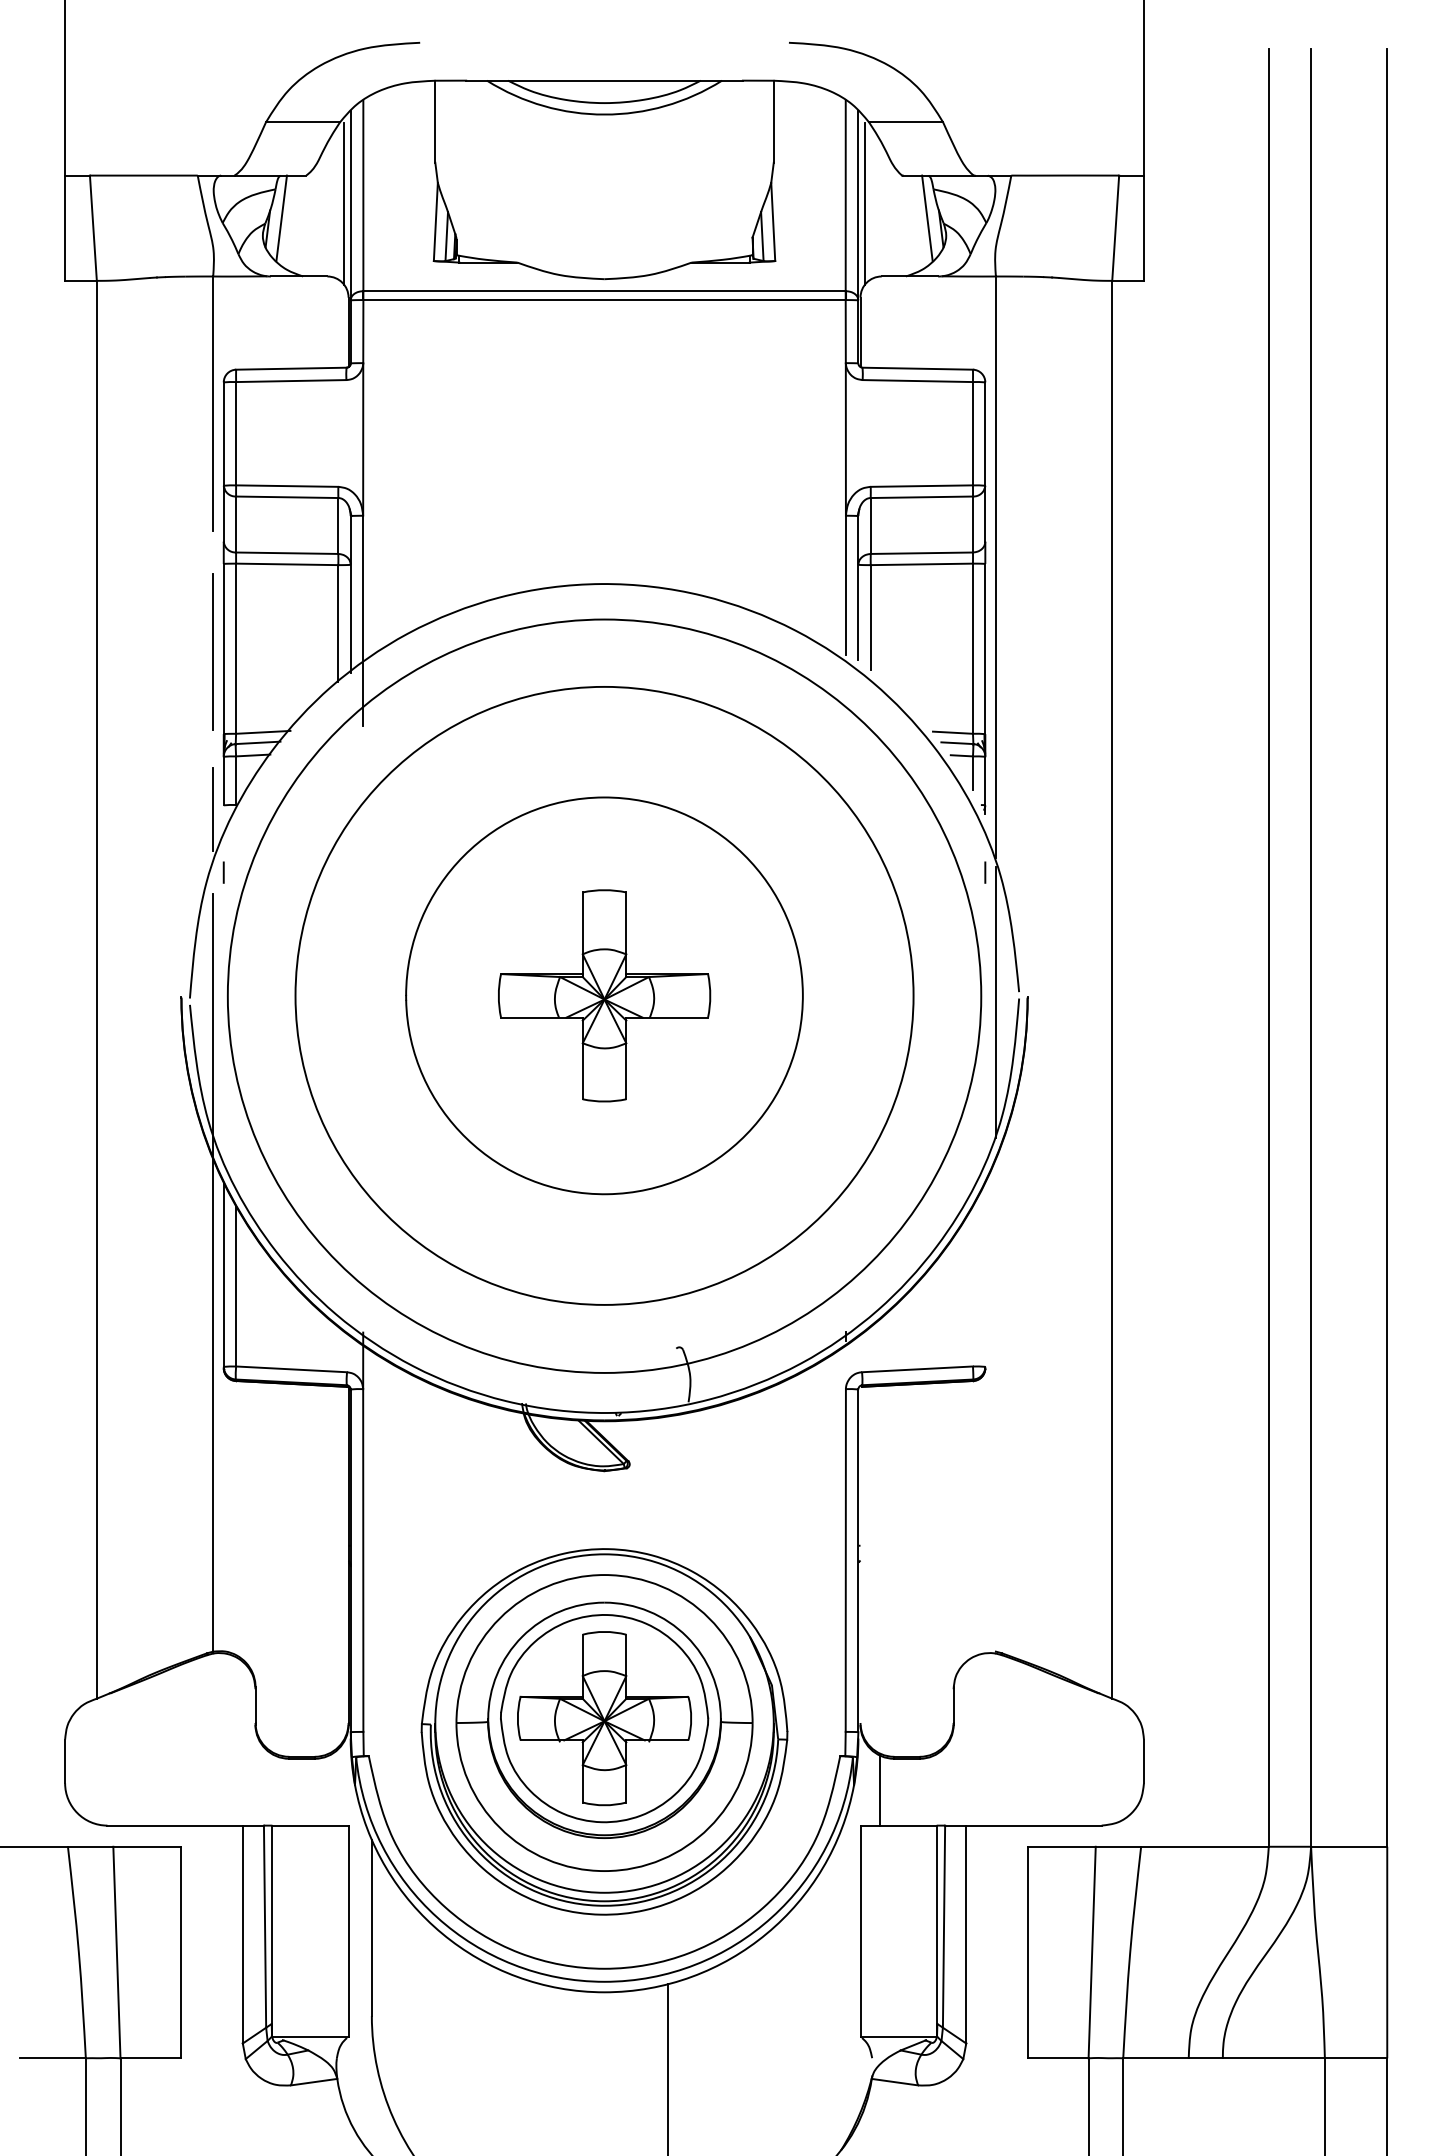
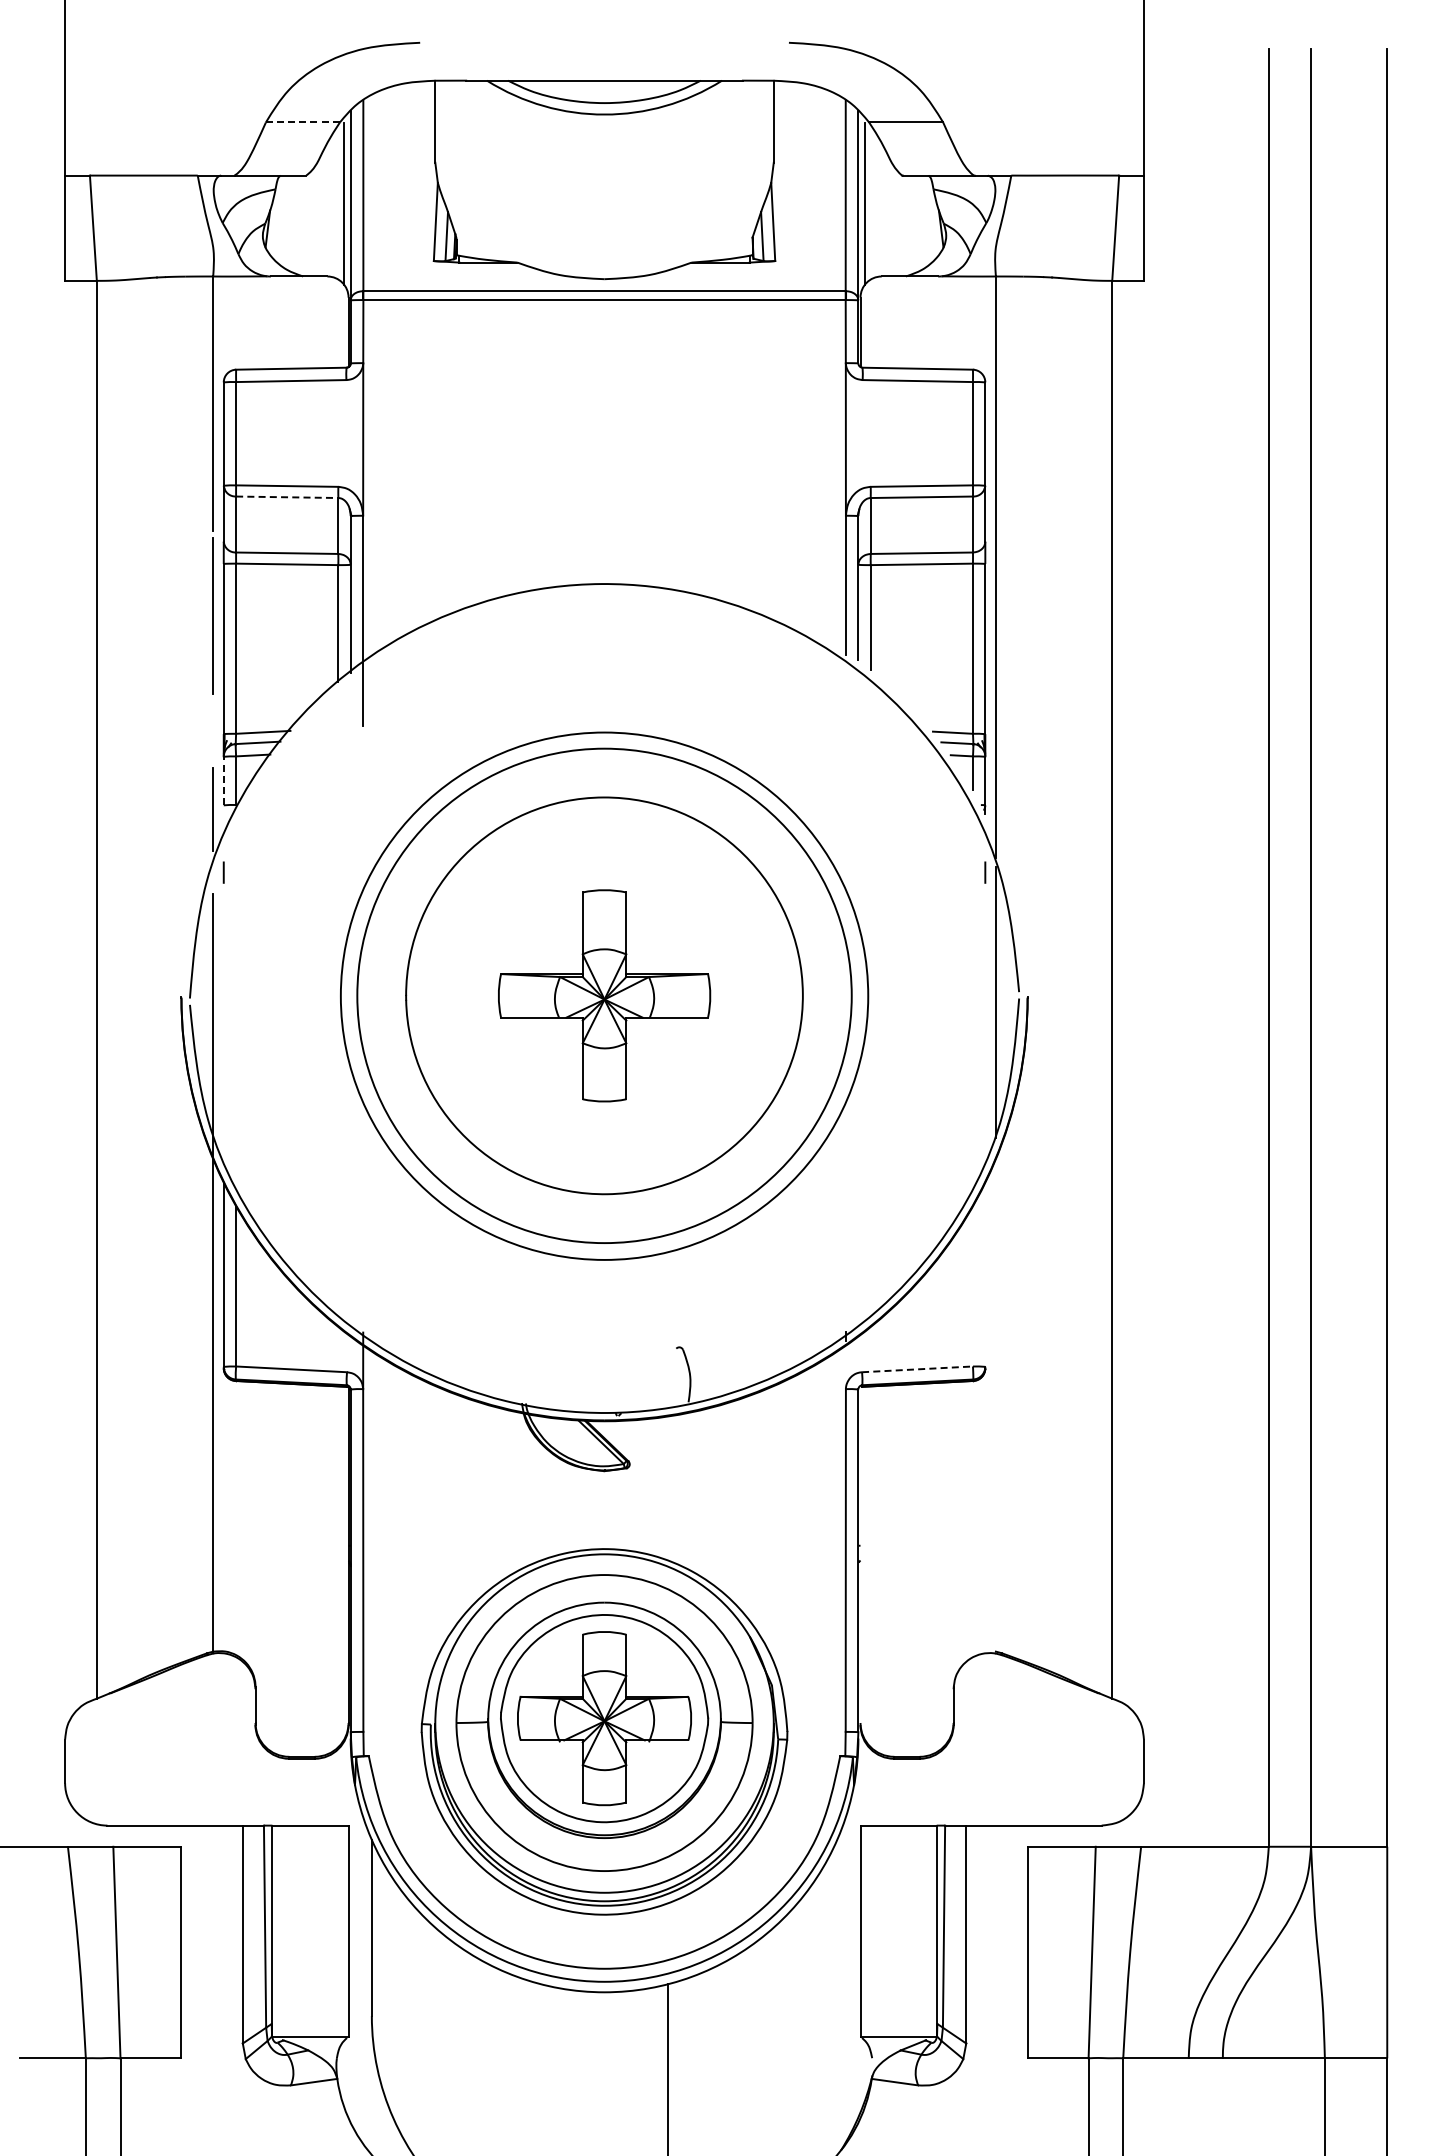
line at (302, 122): solid -> dashed
line at (281, 218): present -> none
line at (927, 218): present -> none
line at (287, 497): solid -> dashed
line at (212, 651) position: (212, 651) -> (212, 615)
line at (223, 780): solid -> dashed
circle at (604, 995) diameter: 618 px -> 494 px
circle at (604, 995) diameter: 753 px -> 527 px
line at (917, 1369): solid -> dashed
line at (879, 1790): present -> none
